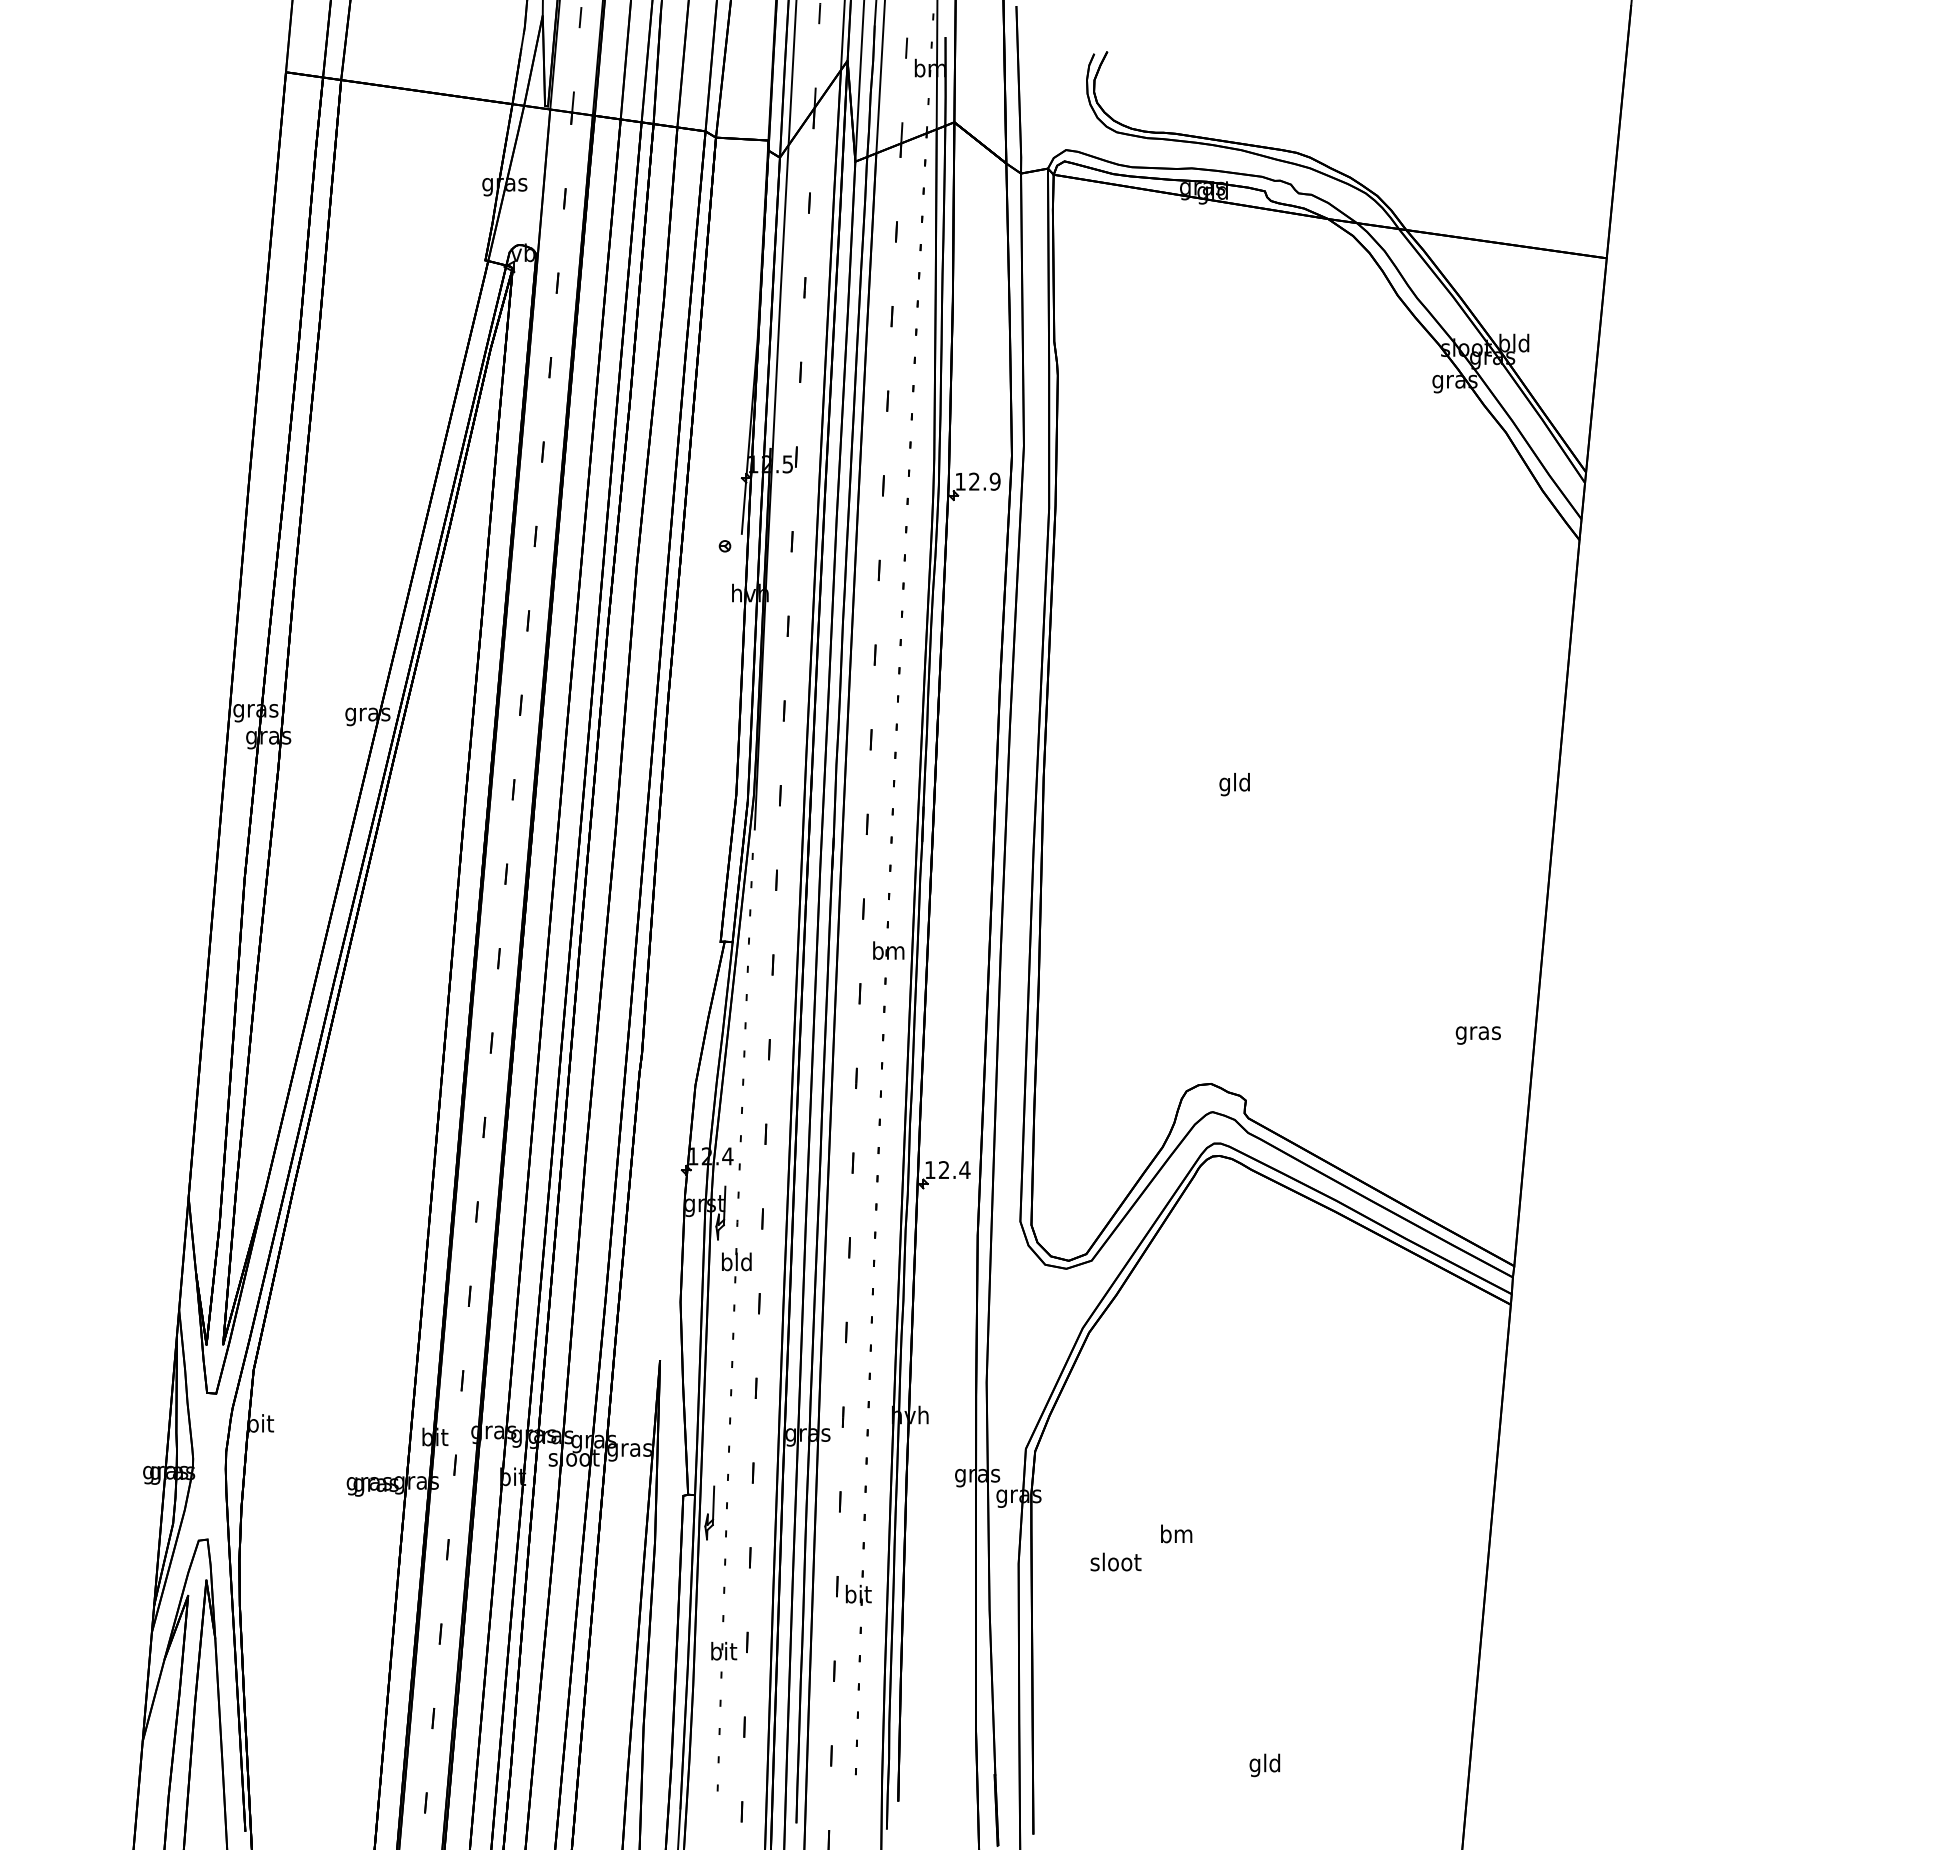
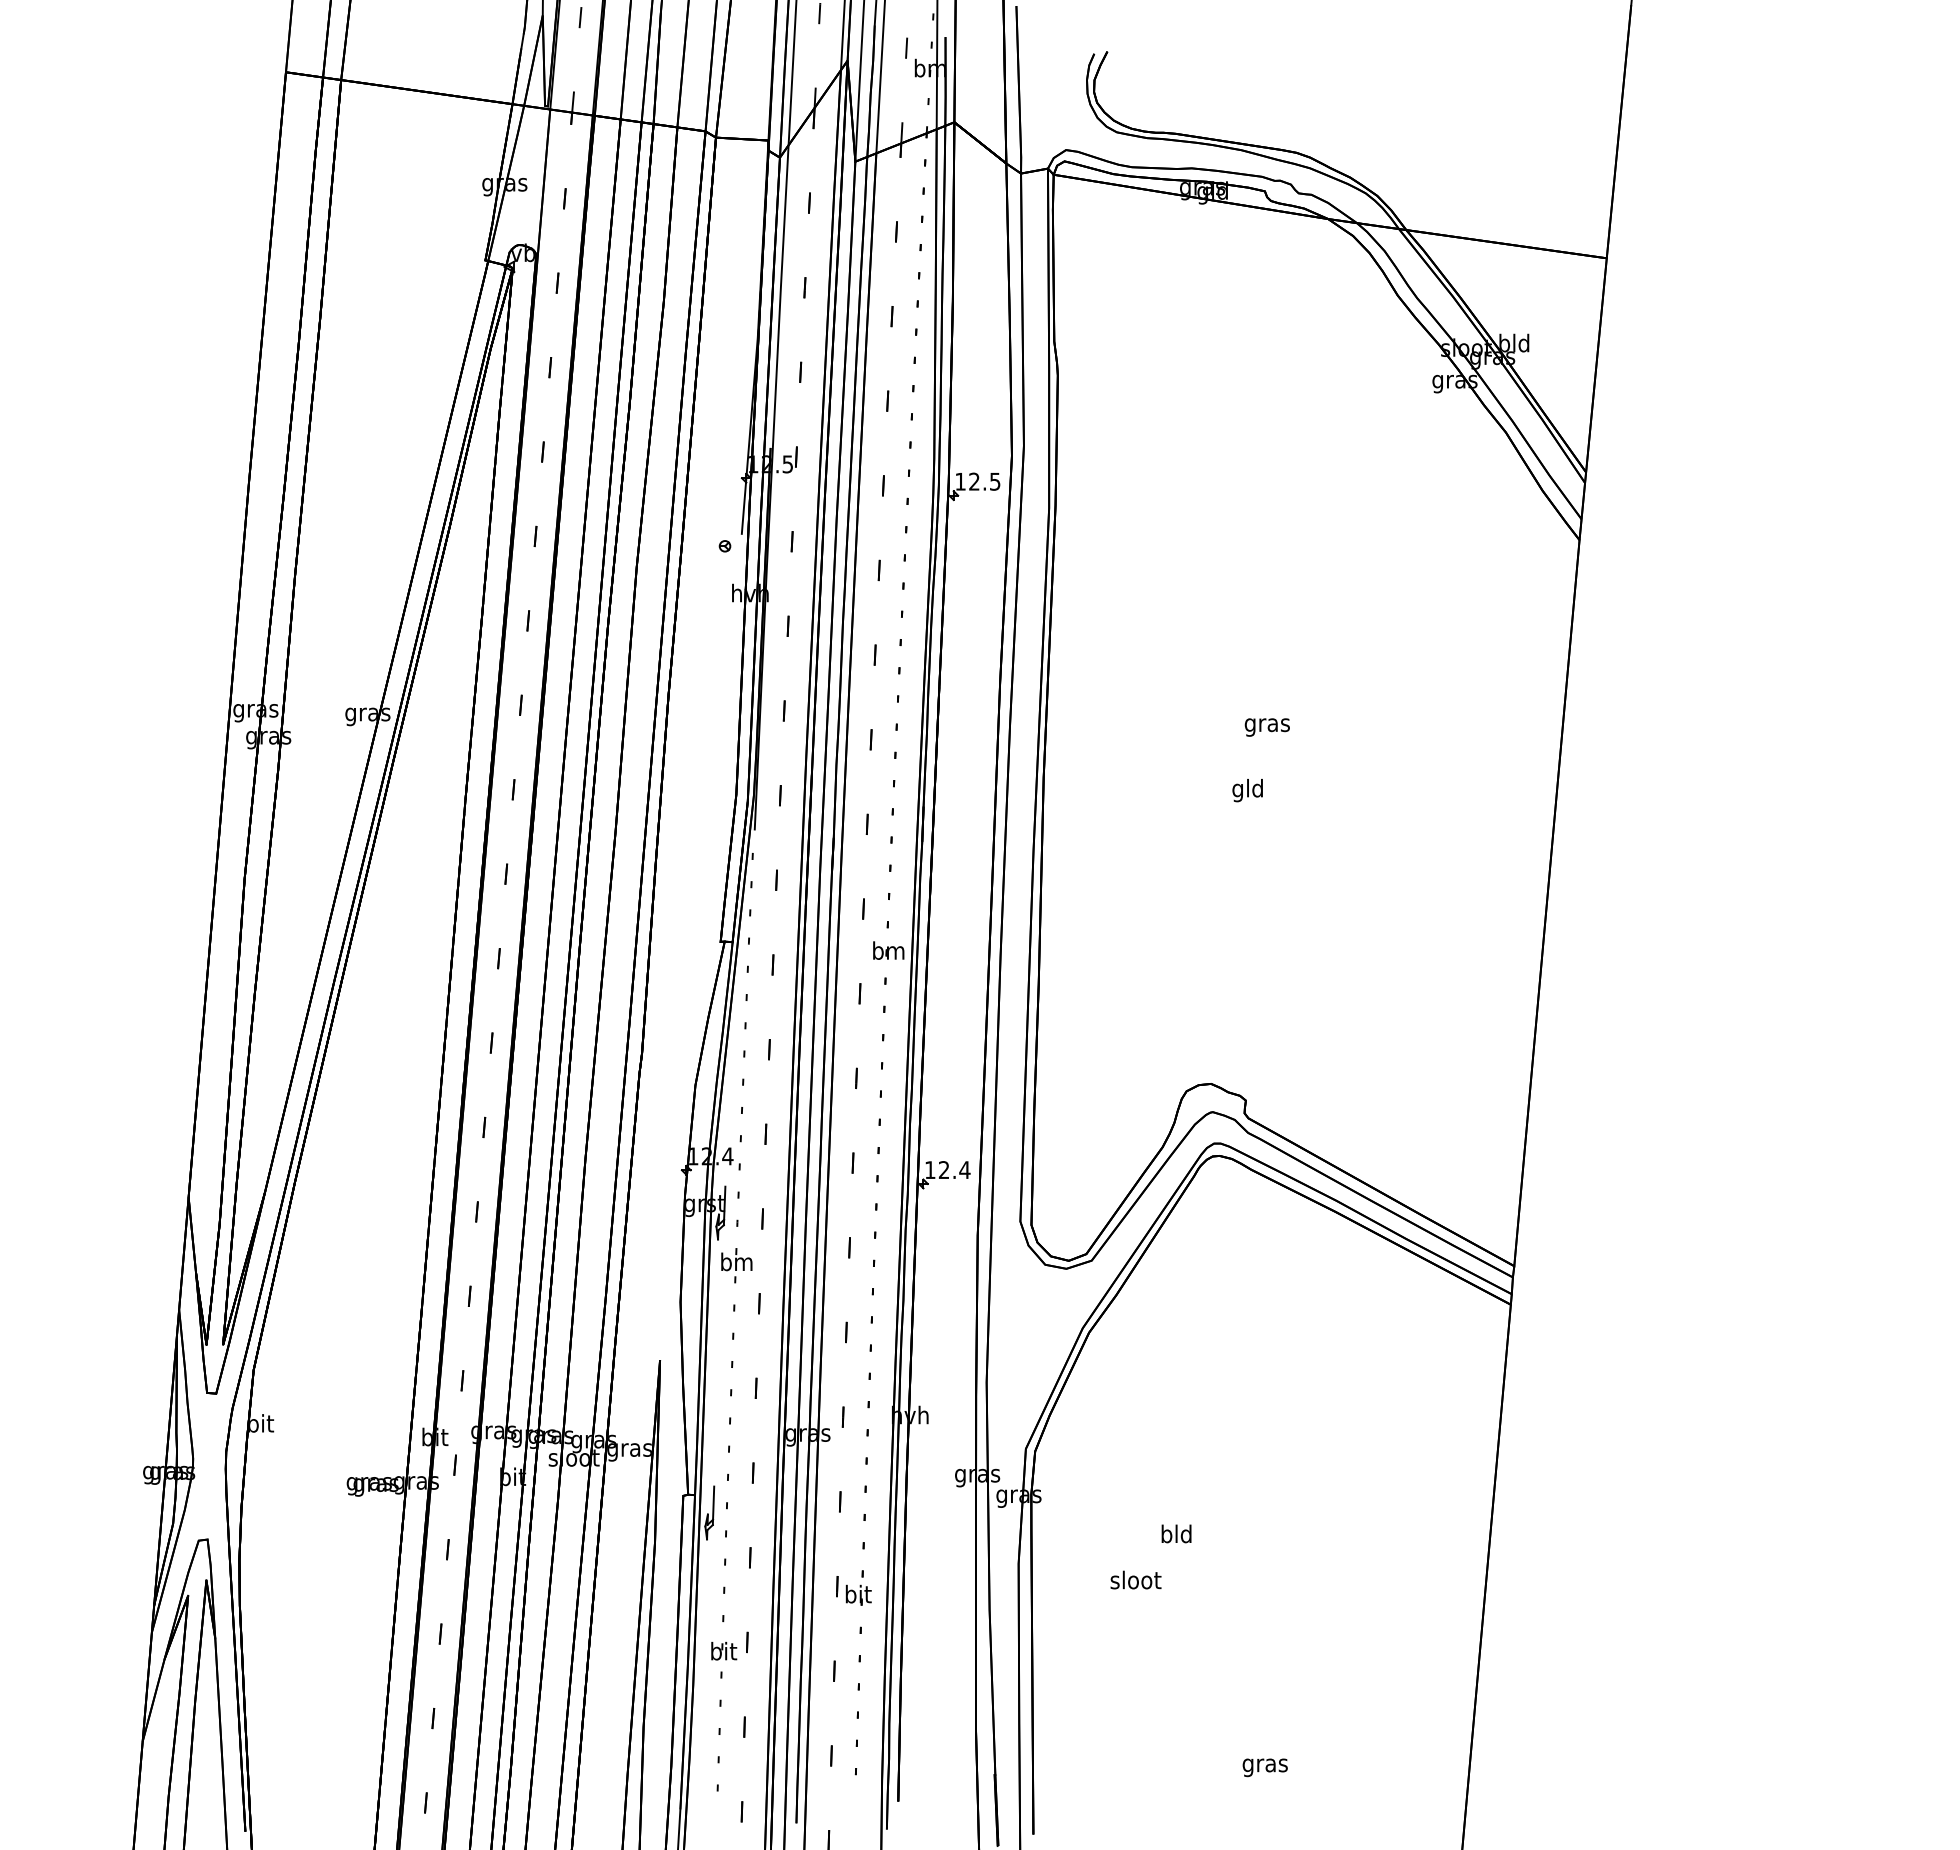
text at (994, 481): 12.9 -> 12.5
text at (1234, 784) position: (1234, 784) -> (1247, 790)
text at (1477, 1035) position: (1477, 1035) -> (1266, 727)
text at (736, 1261): bld -> bm
text at (1176, 1533): bm -> bld
text at (1115, 1561) position: (1115, 1561) -> (1135, 1579)
text at (1264, 1765): gld -> gras
